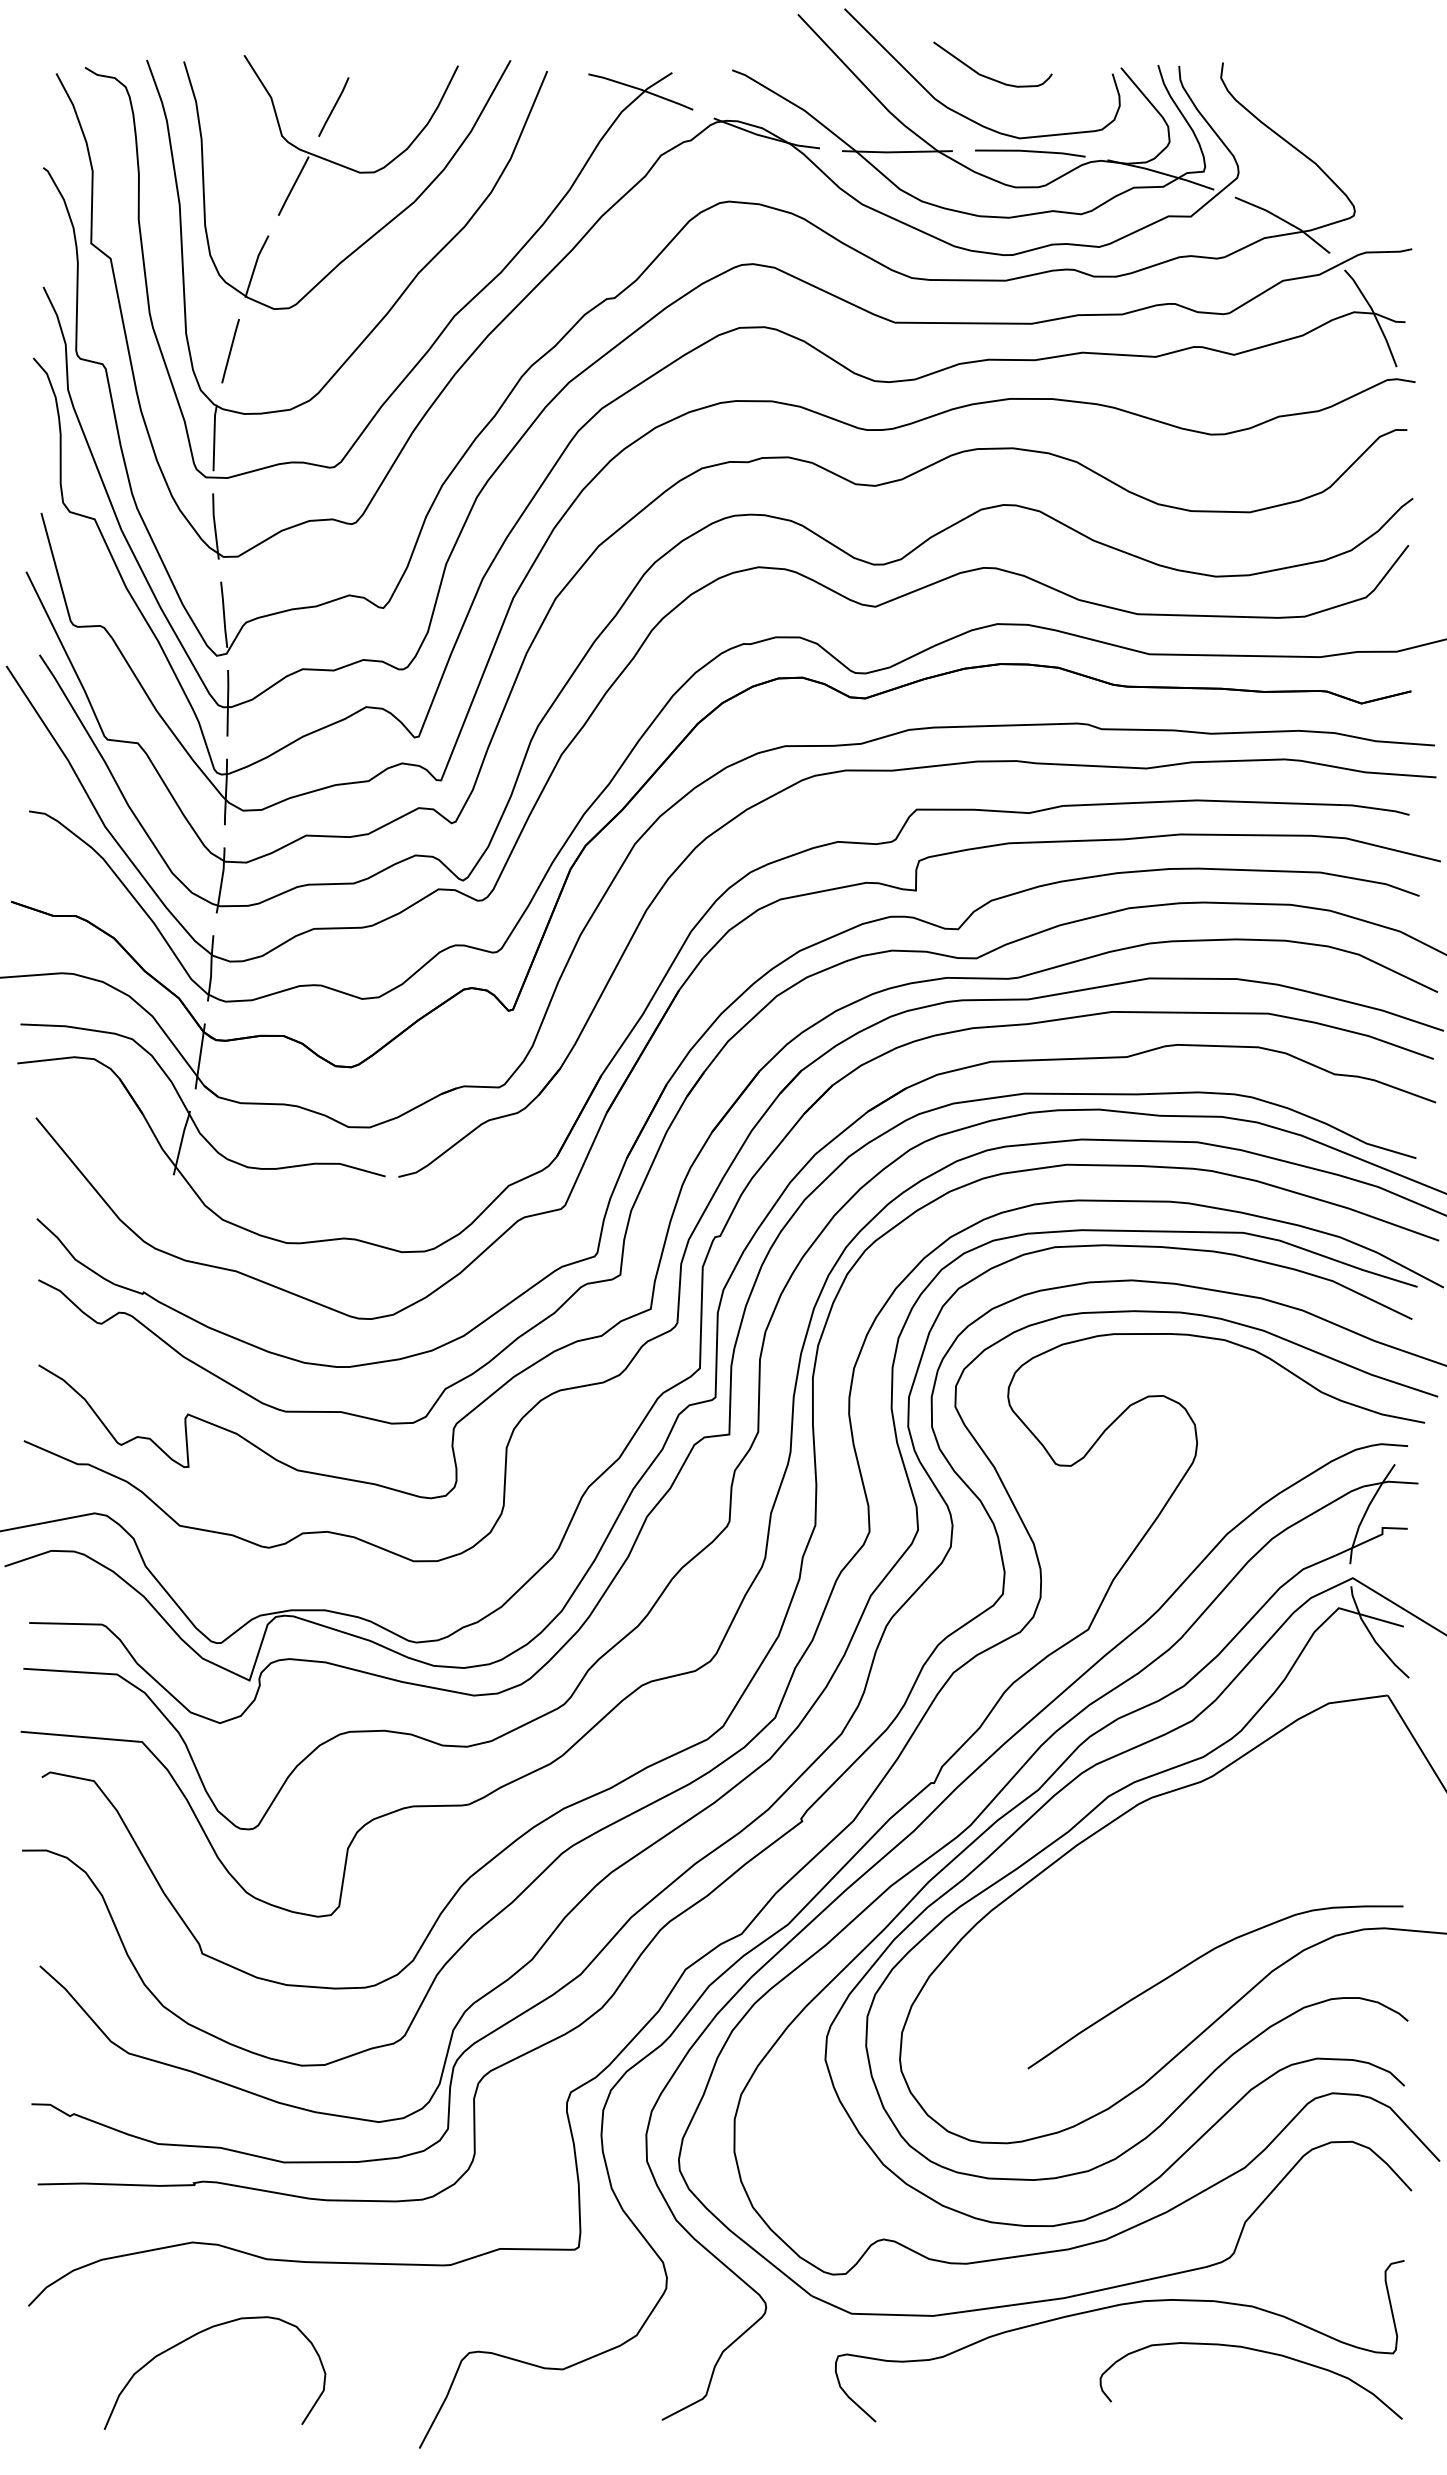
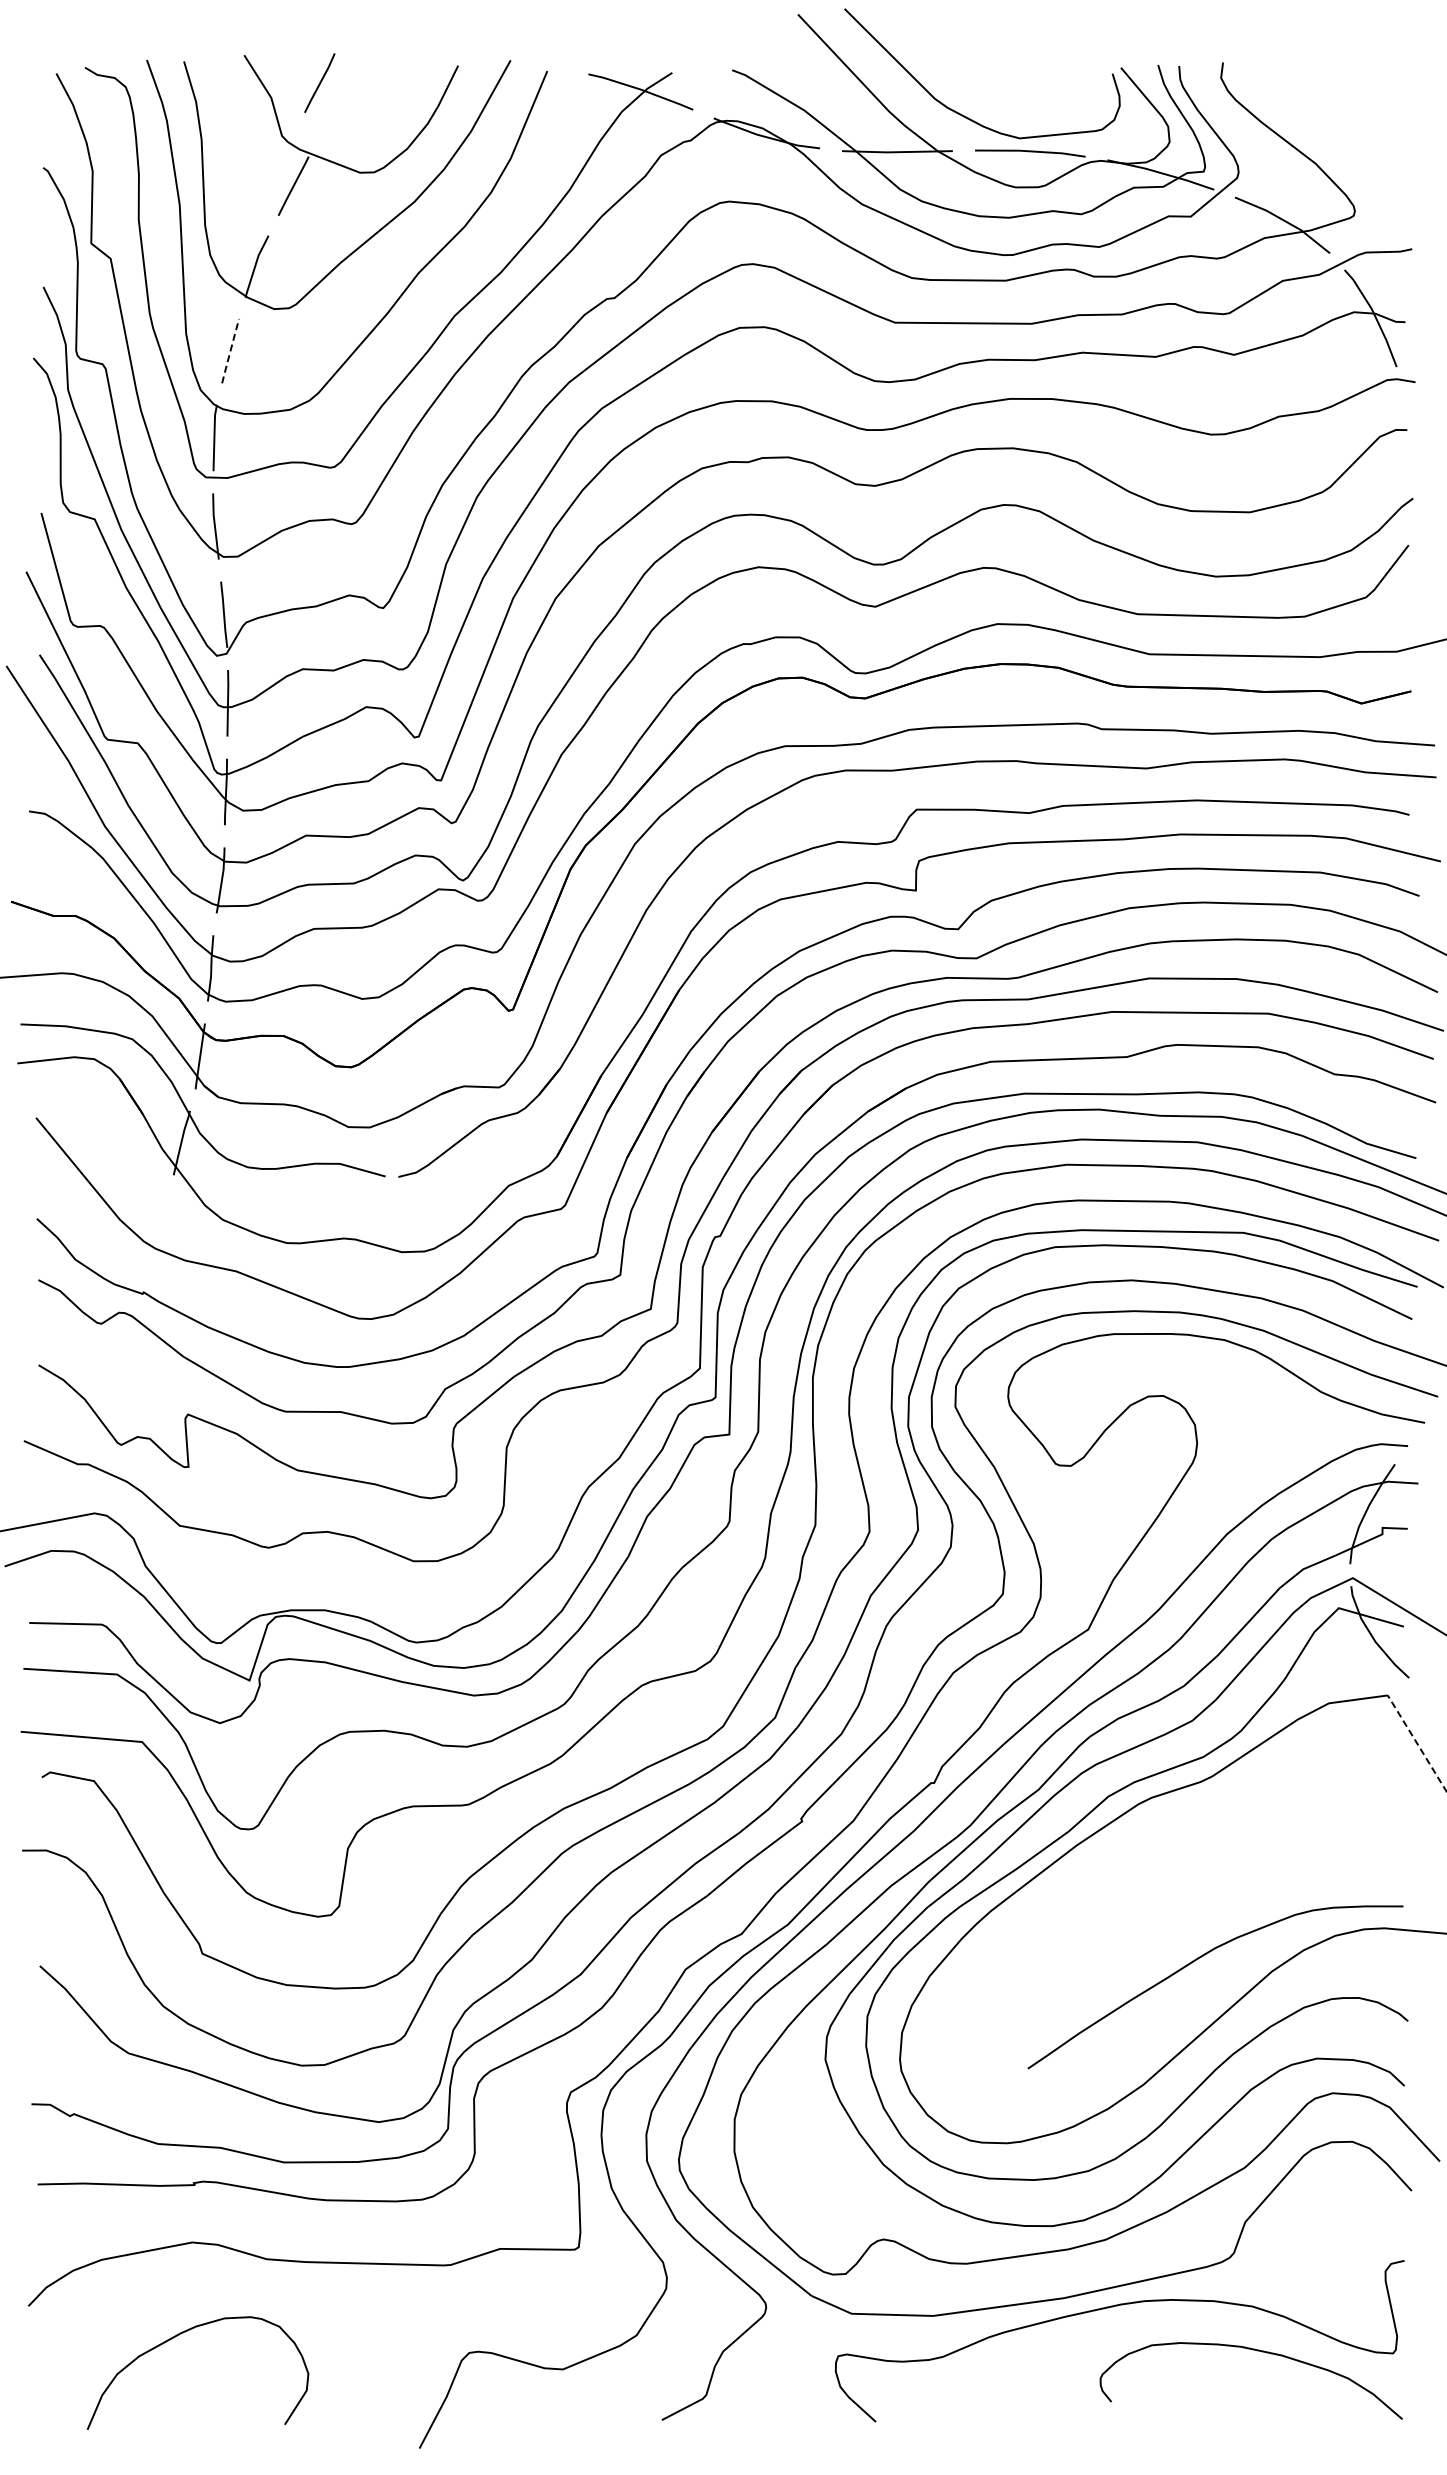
curve at (987, 76): present -> none
line at (333, 106) position: (333, 106) -> (319, 82)
line at (230, 350): solid -> dashed
line at (1416, 1743): solid -> dashed
curve at (196, 2335) position: (196, 2335) -> (179, 2335)
